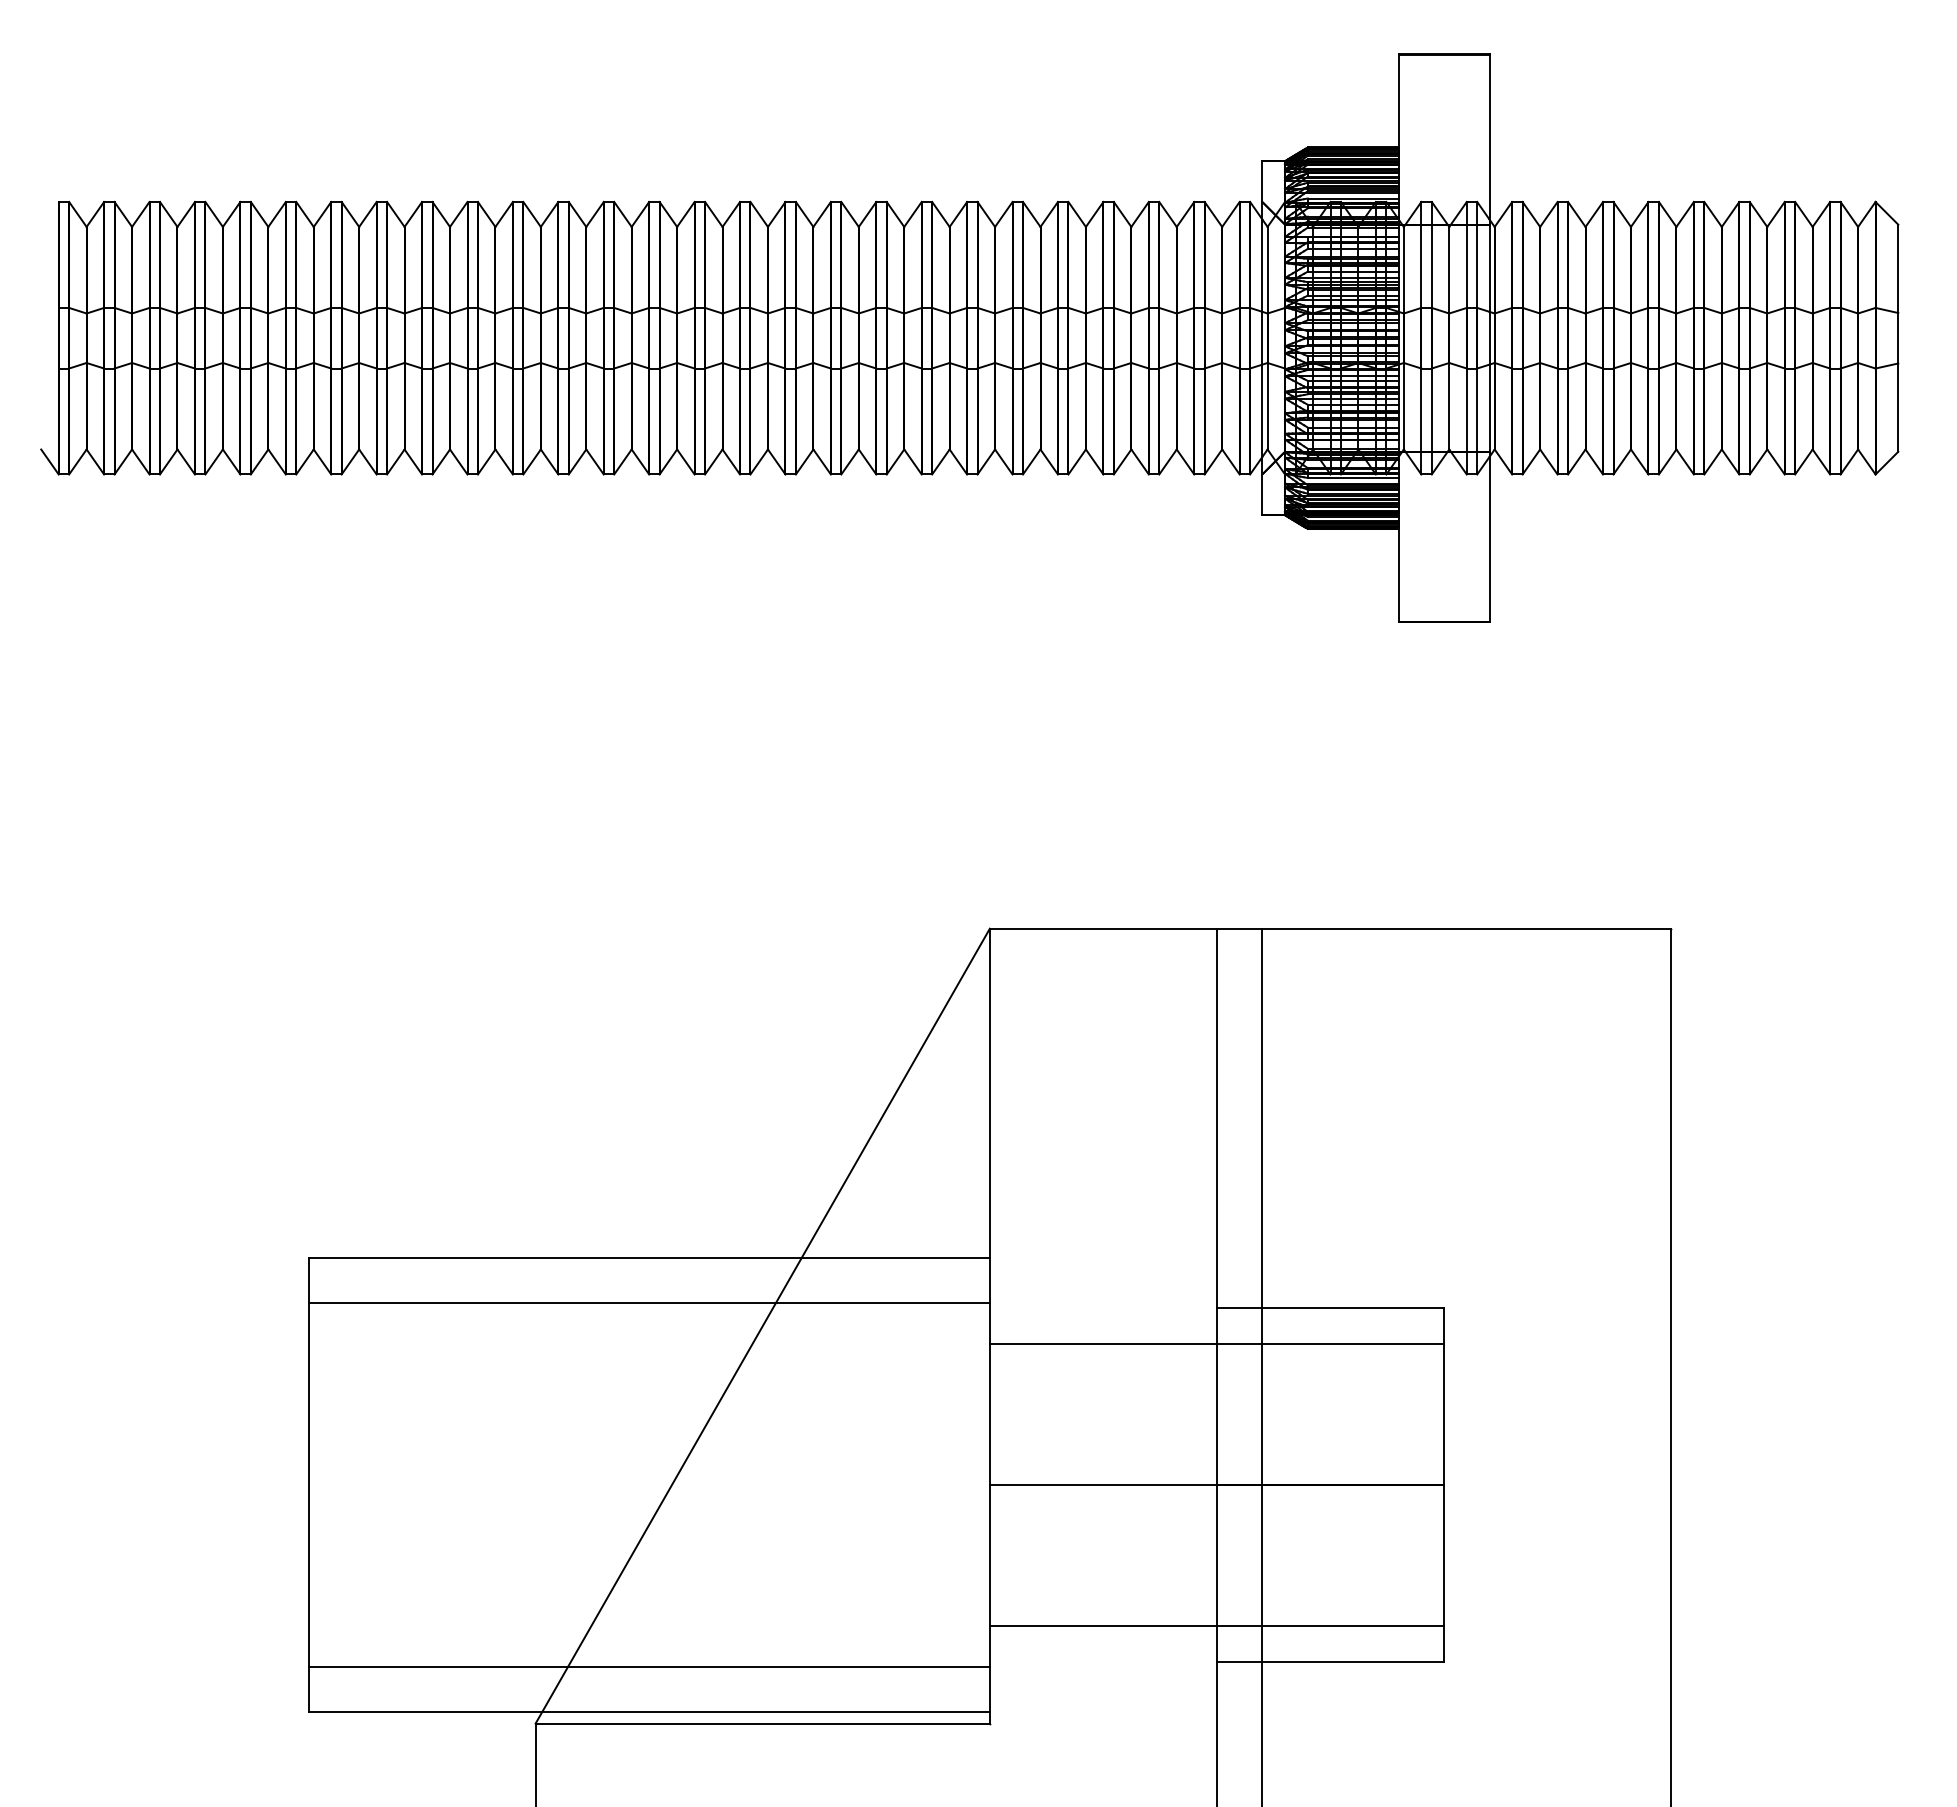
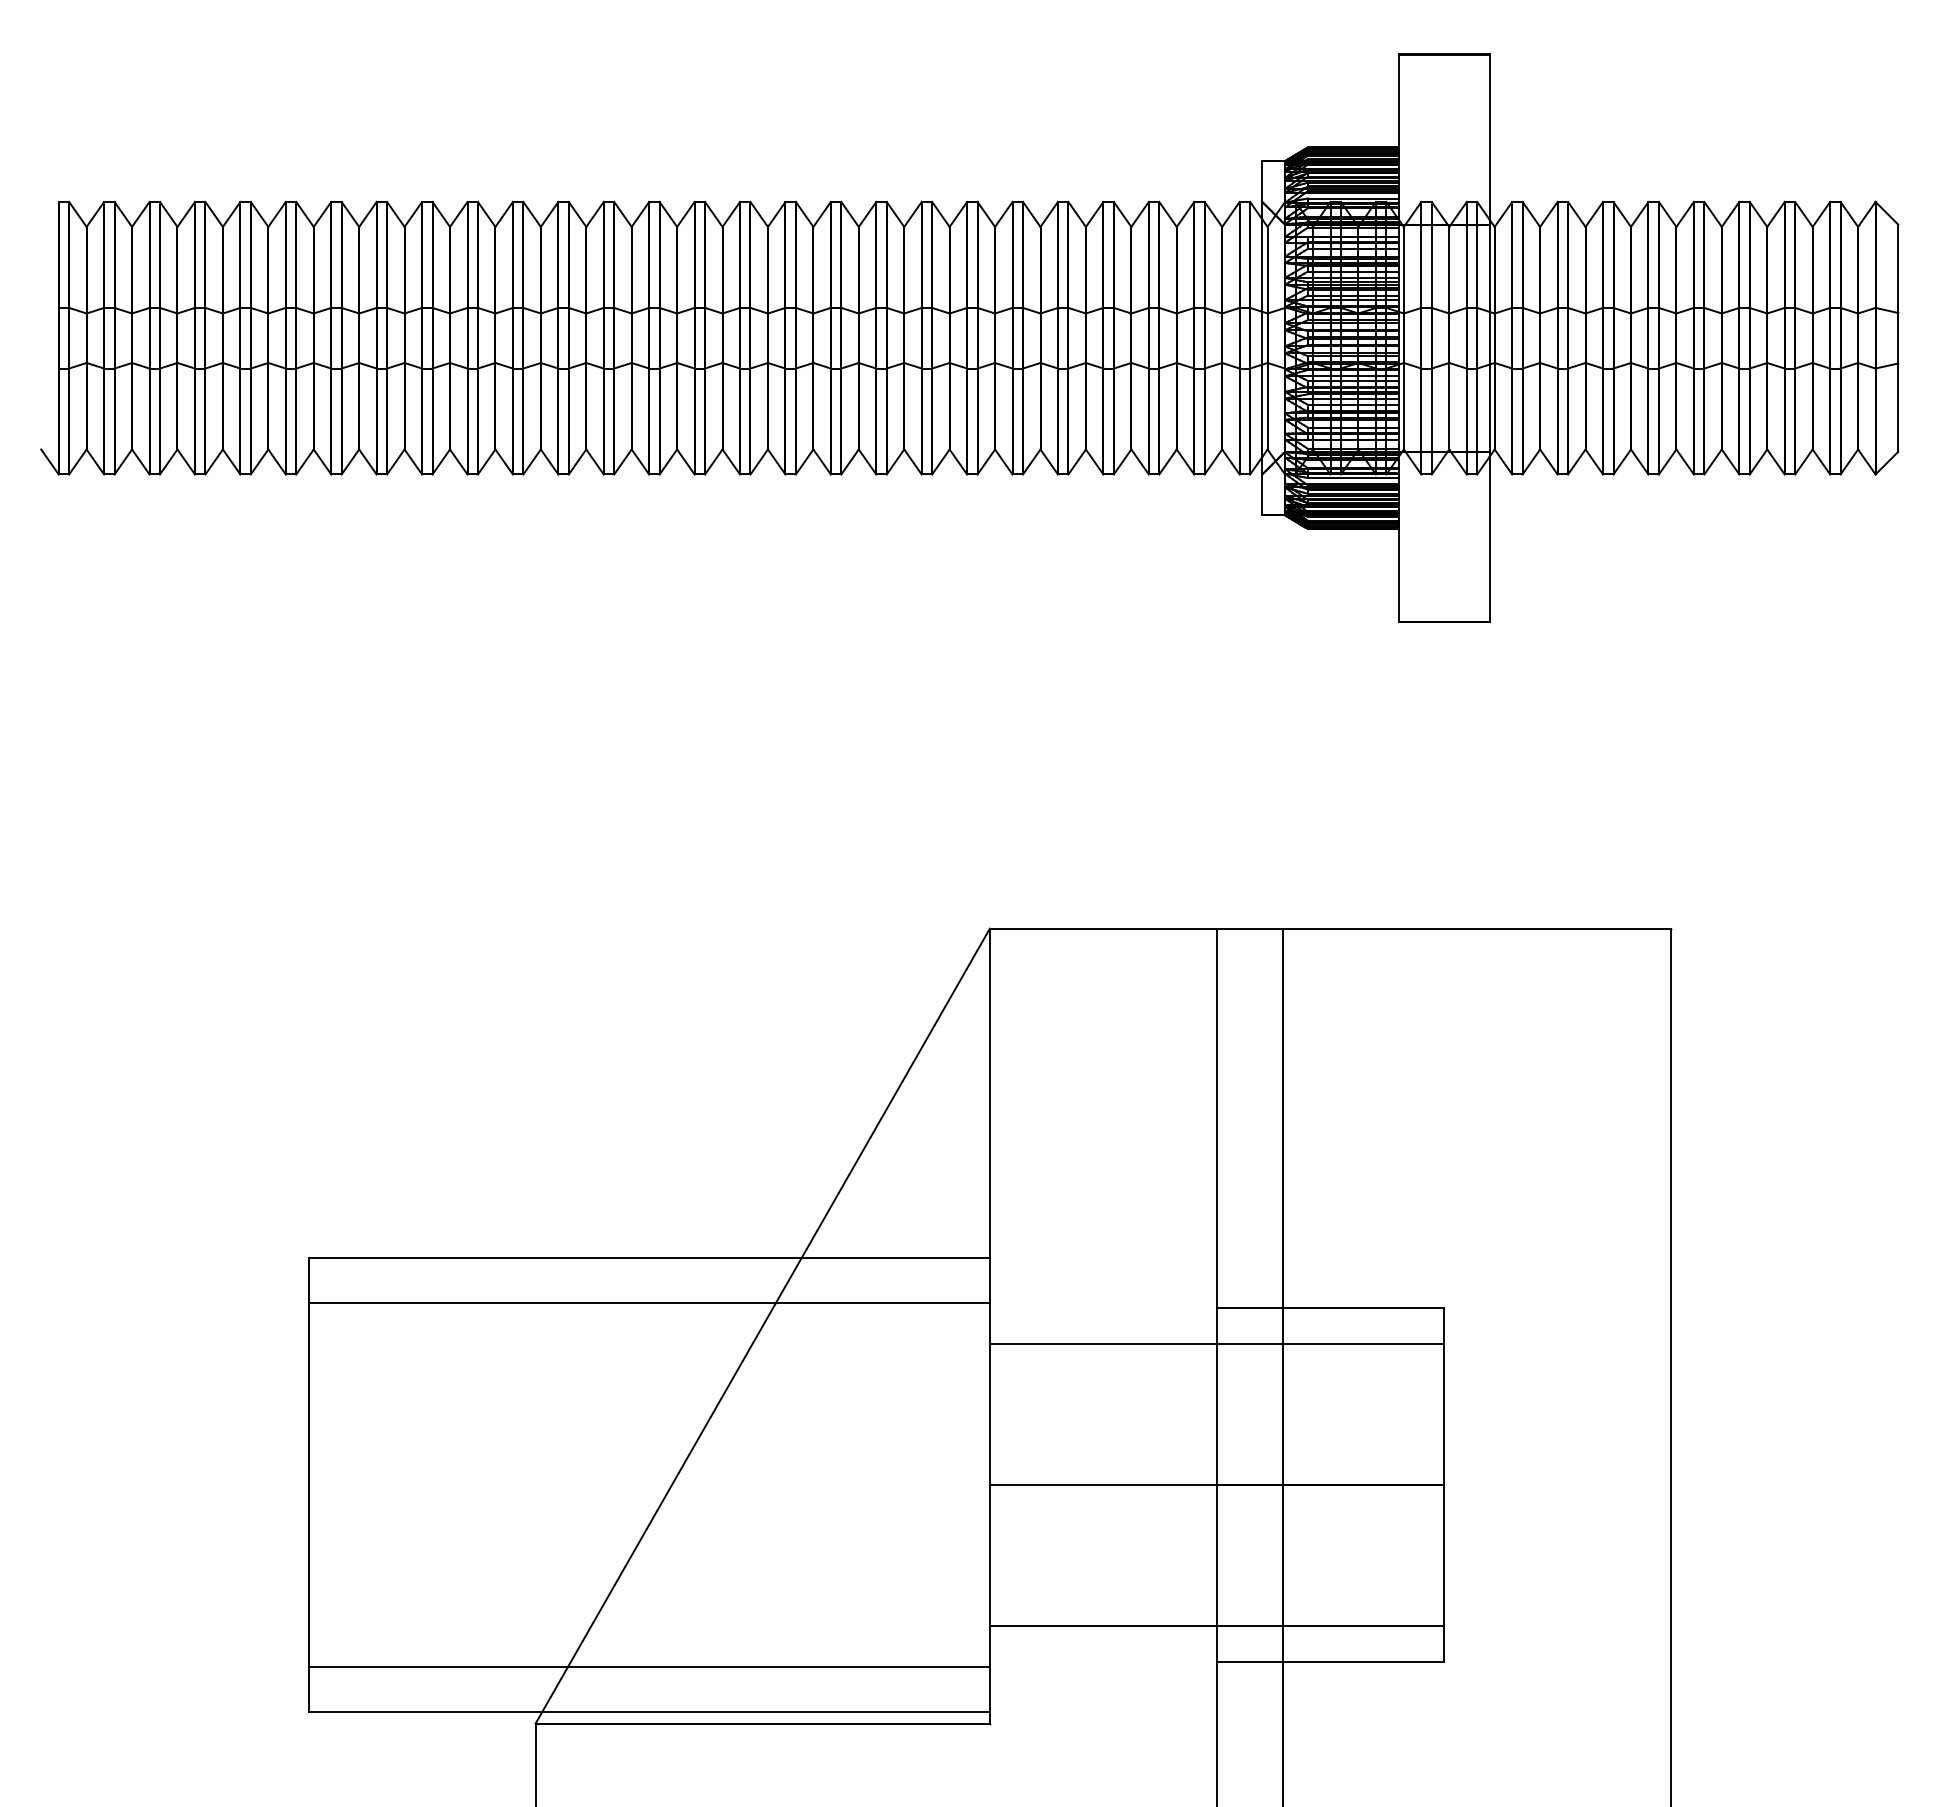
line at (1262, 1365) position: (1262, 1365) -> (1283, 1365)
